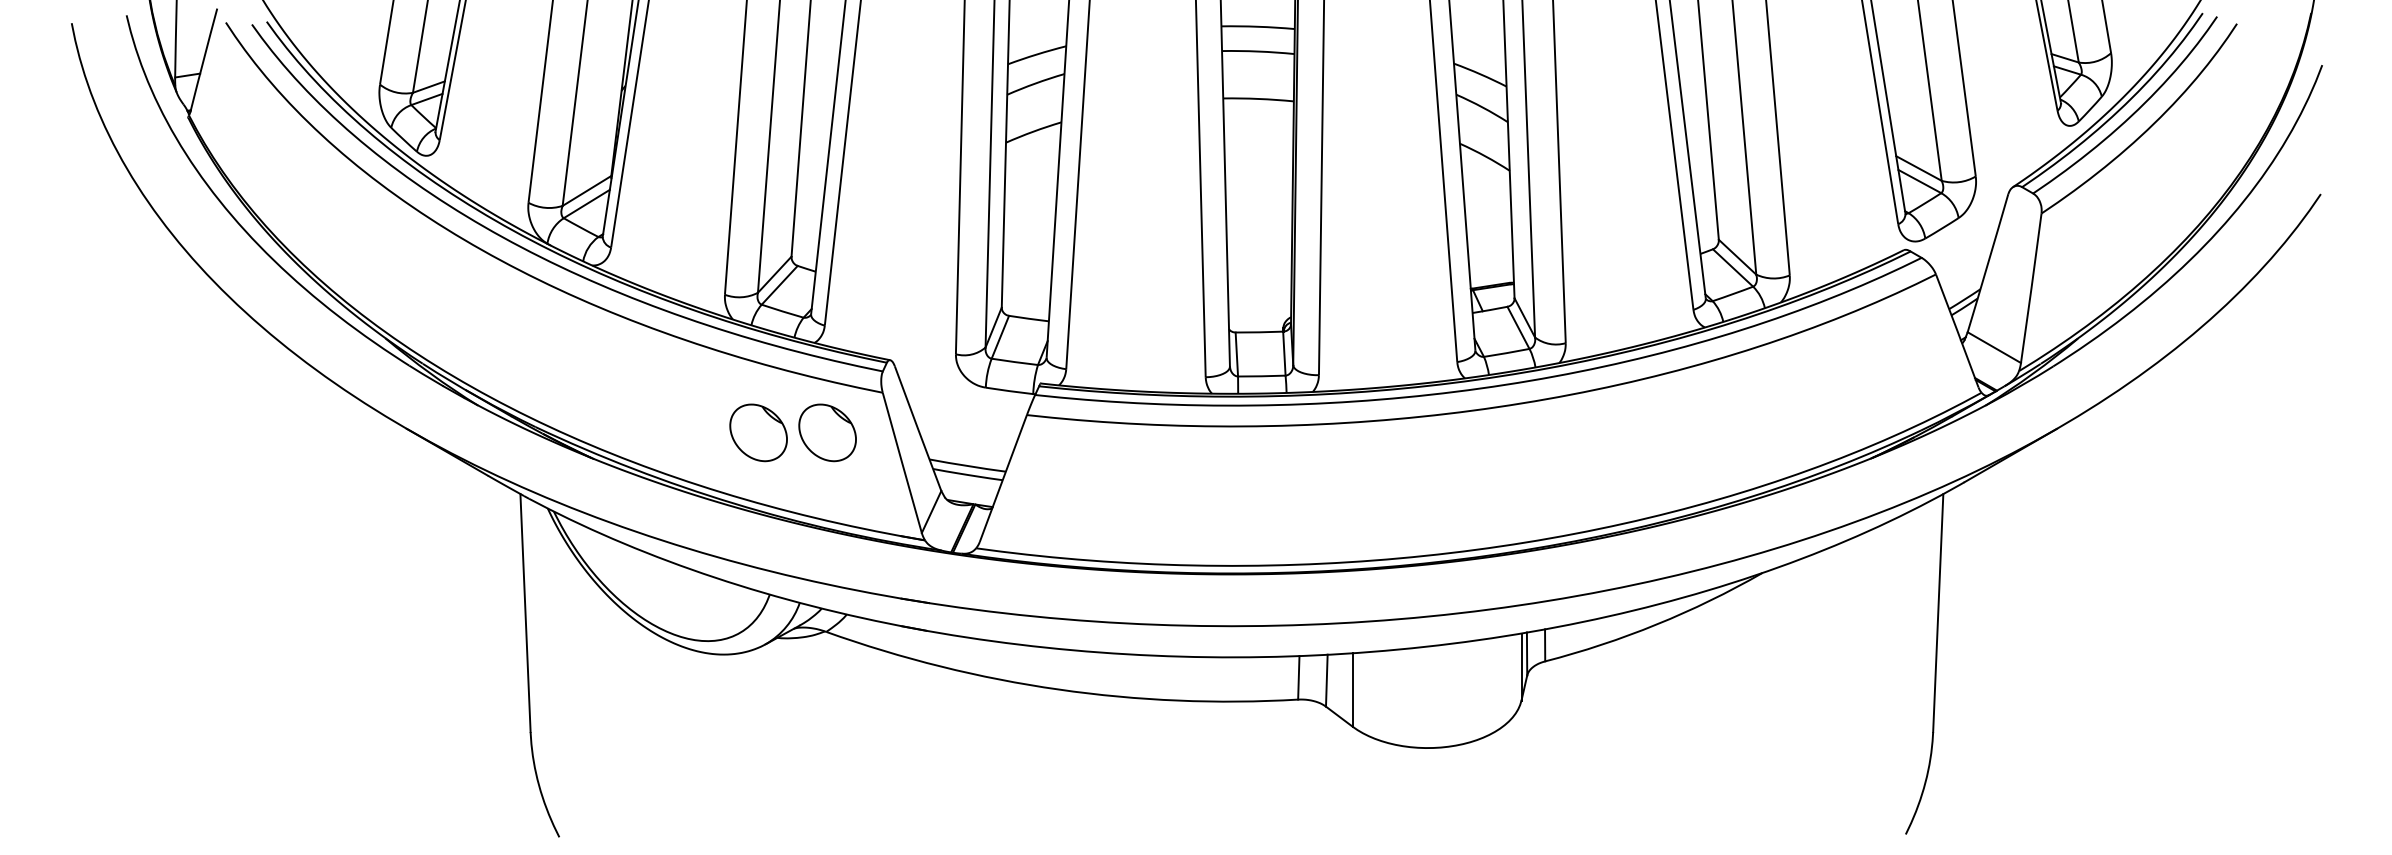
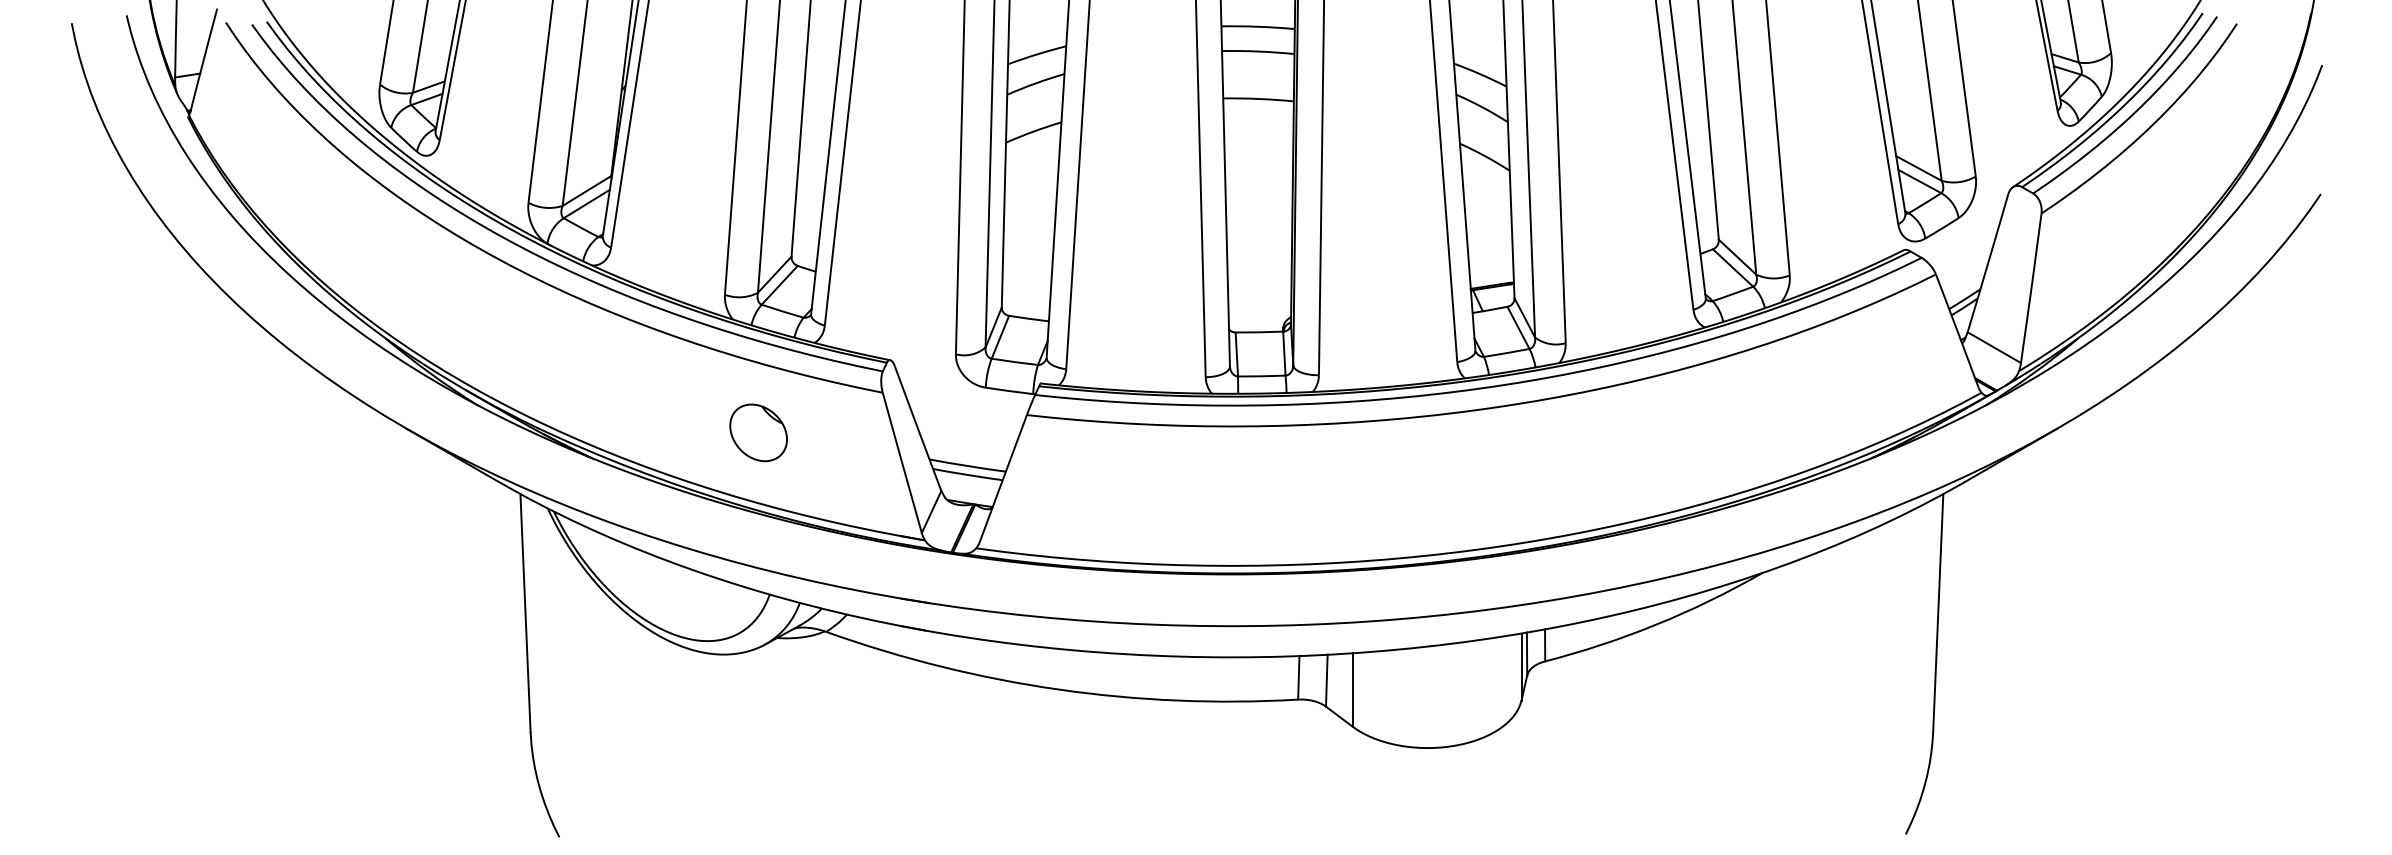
part at (827, 432): present -> none
